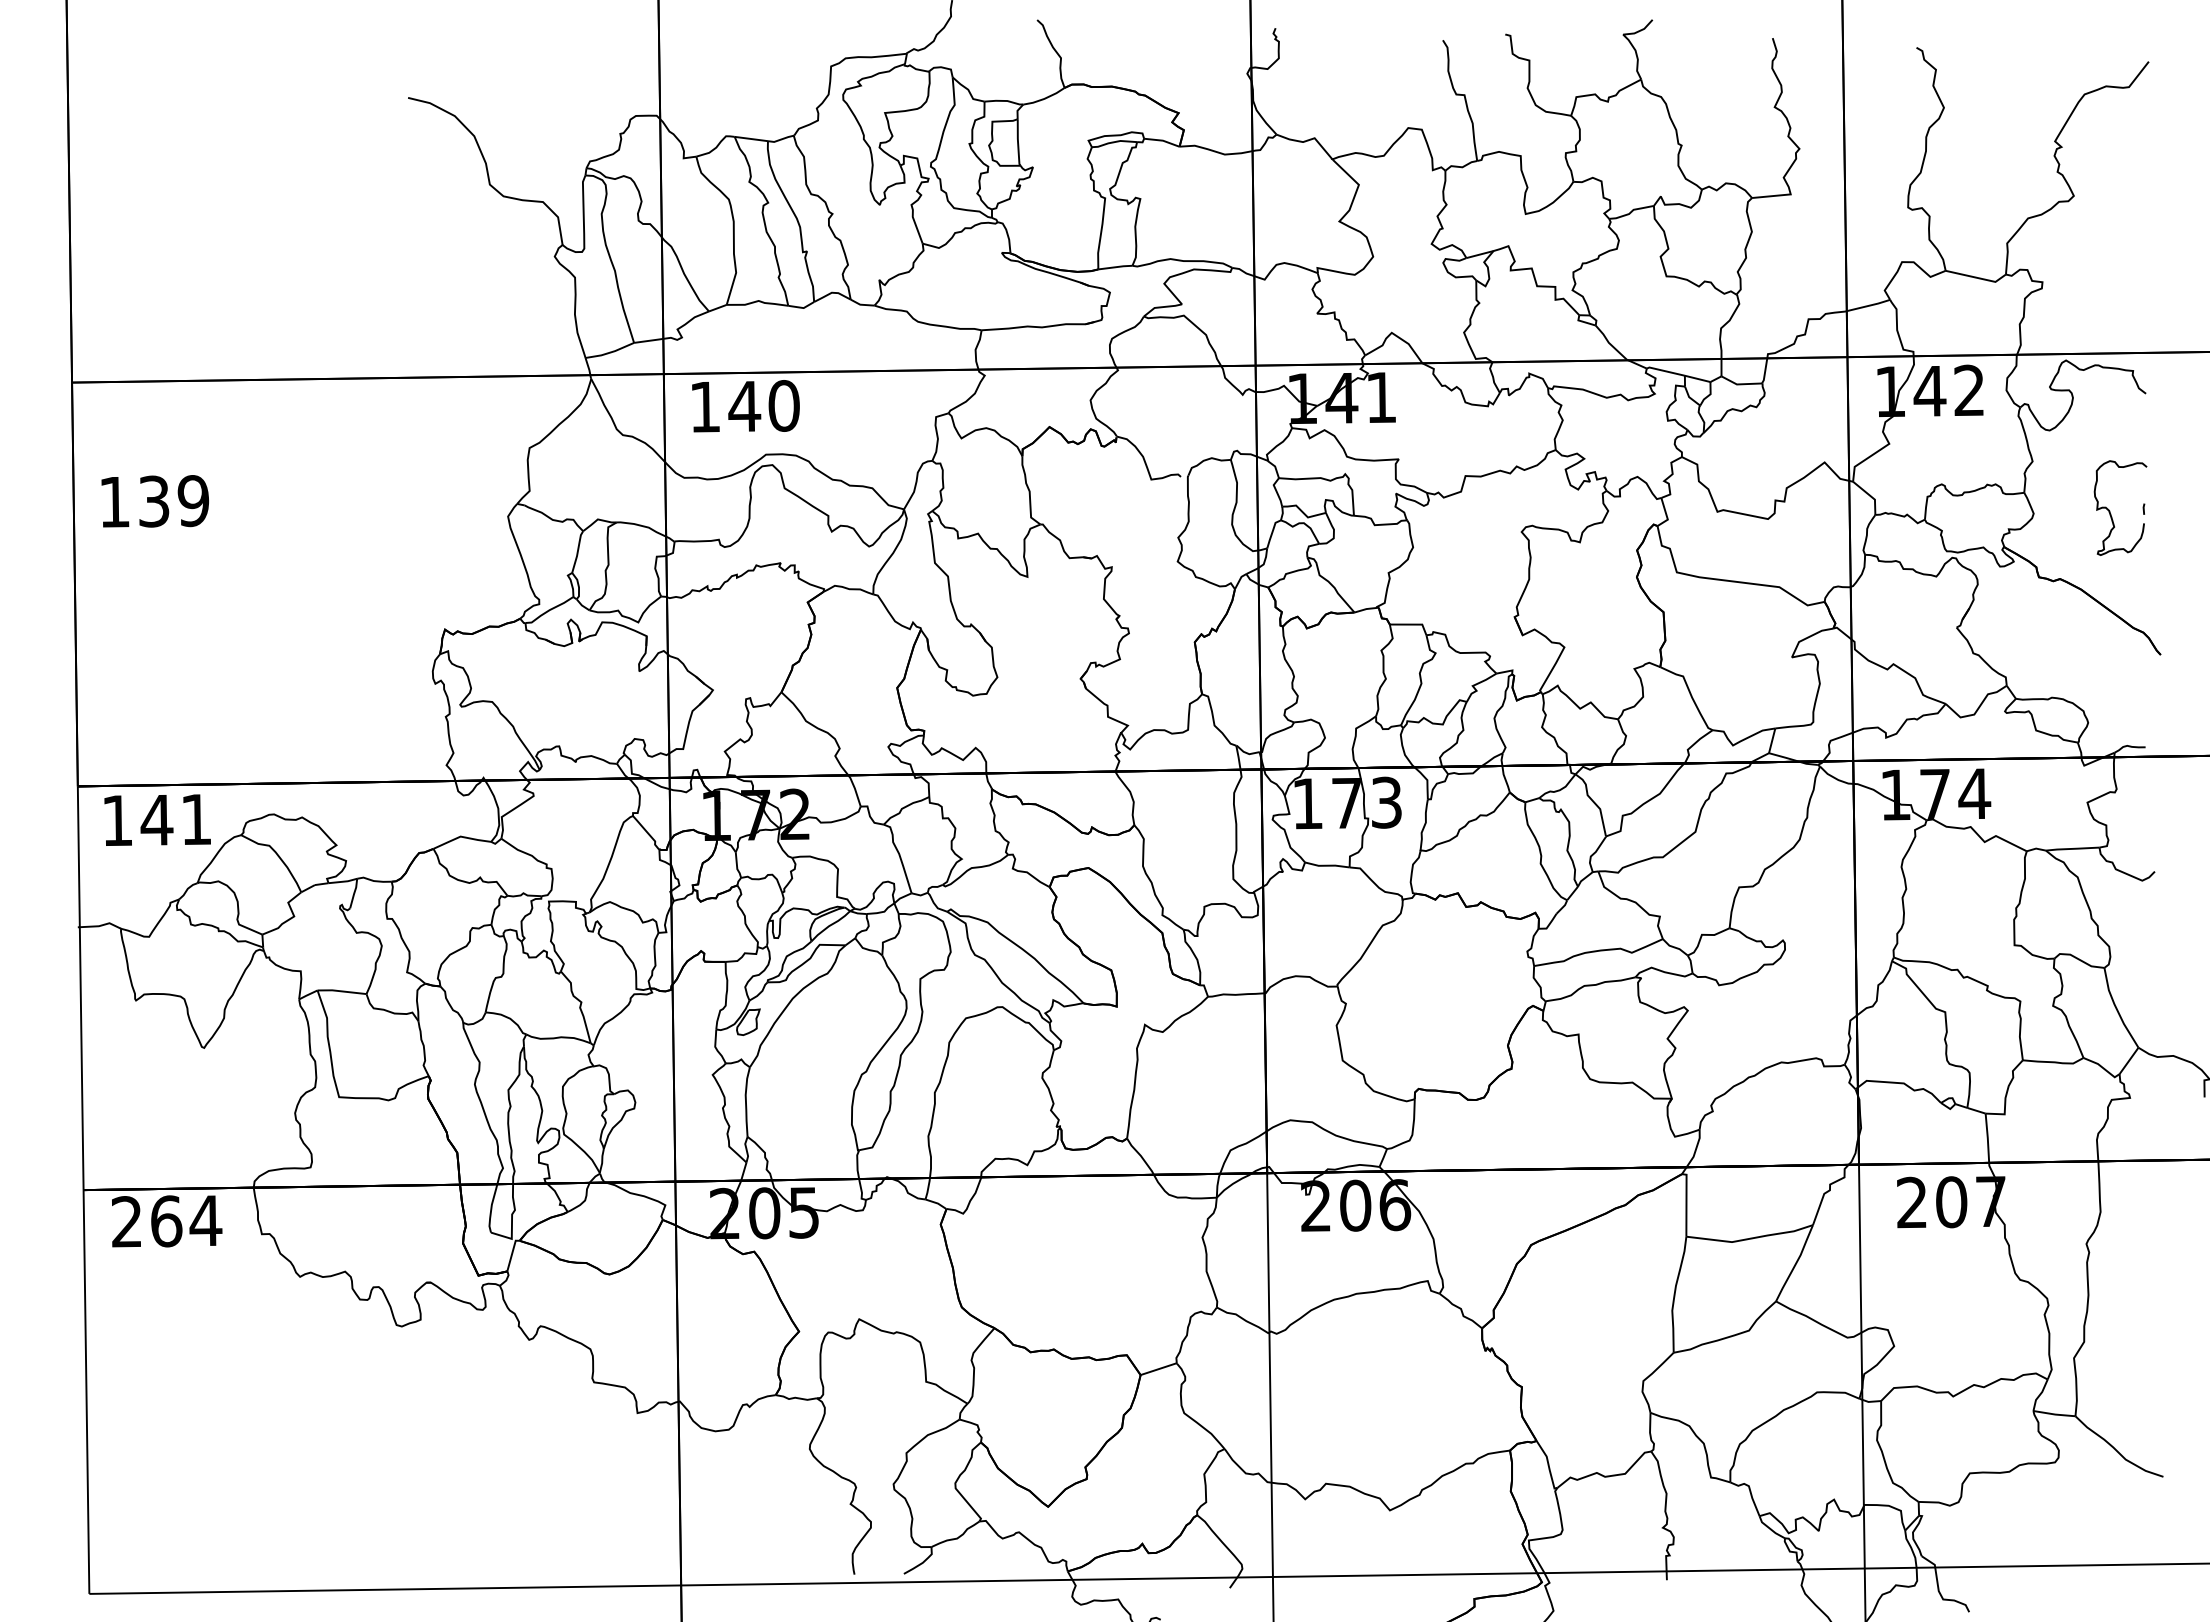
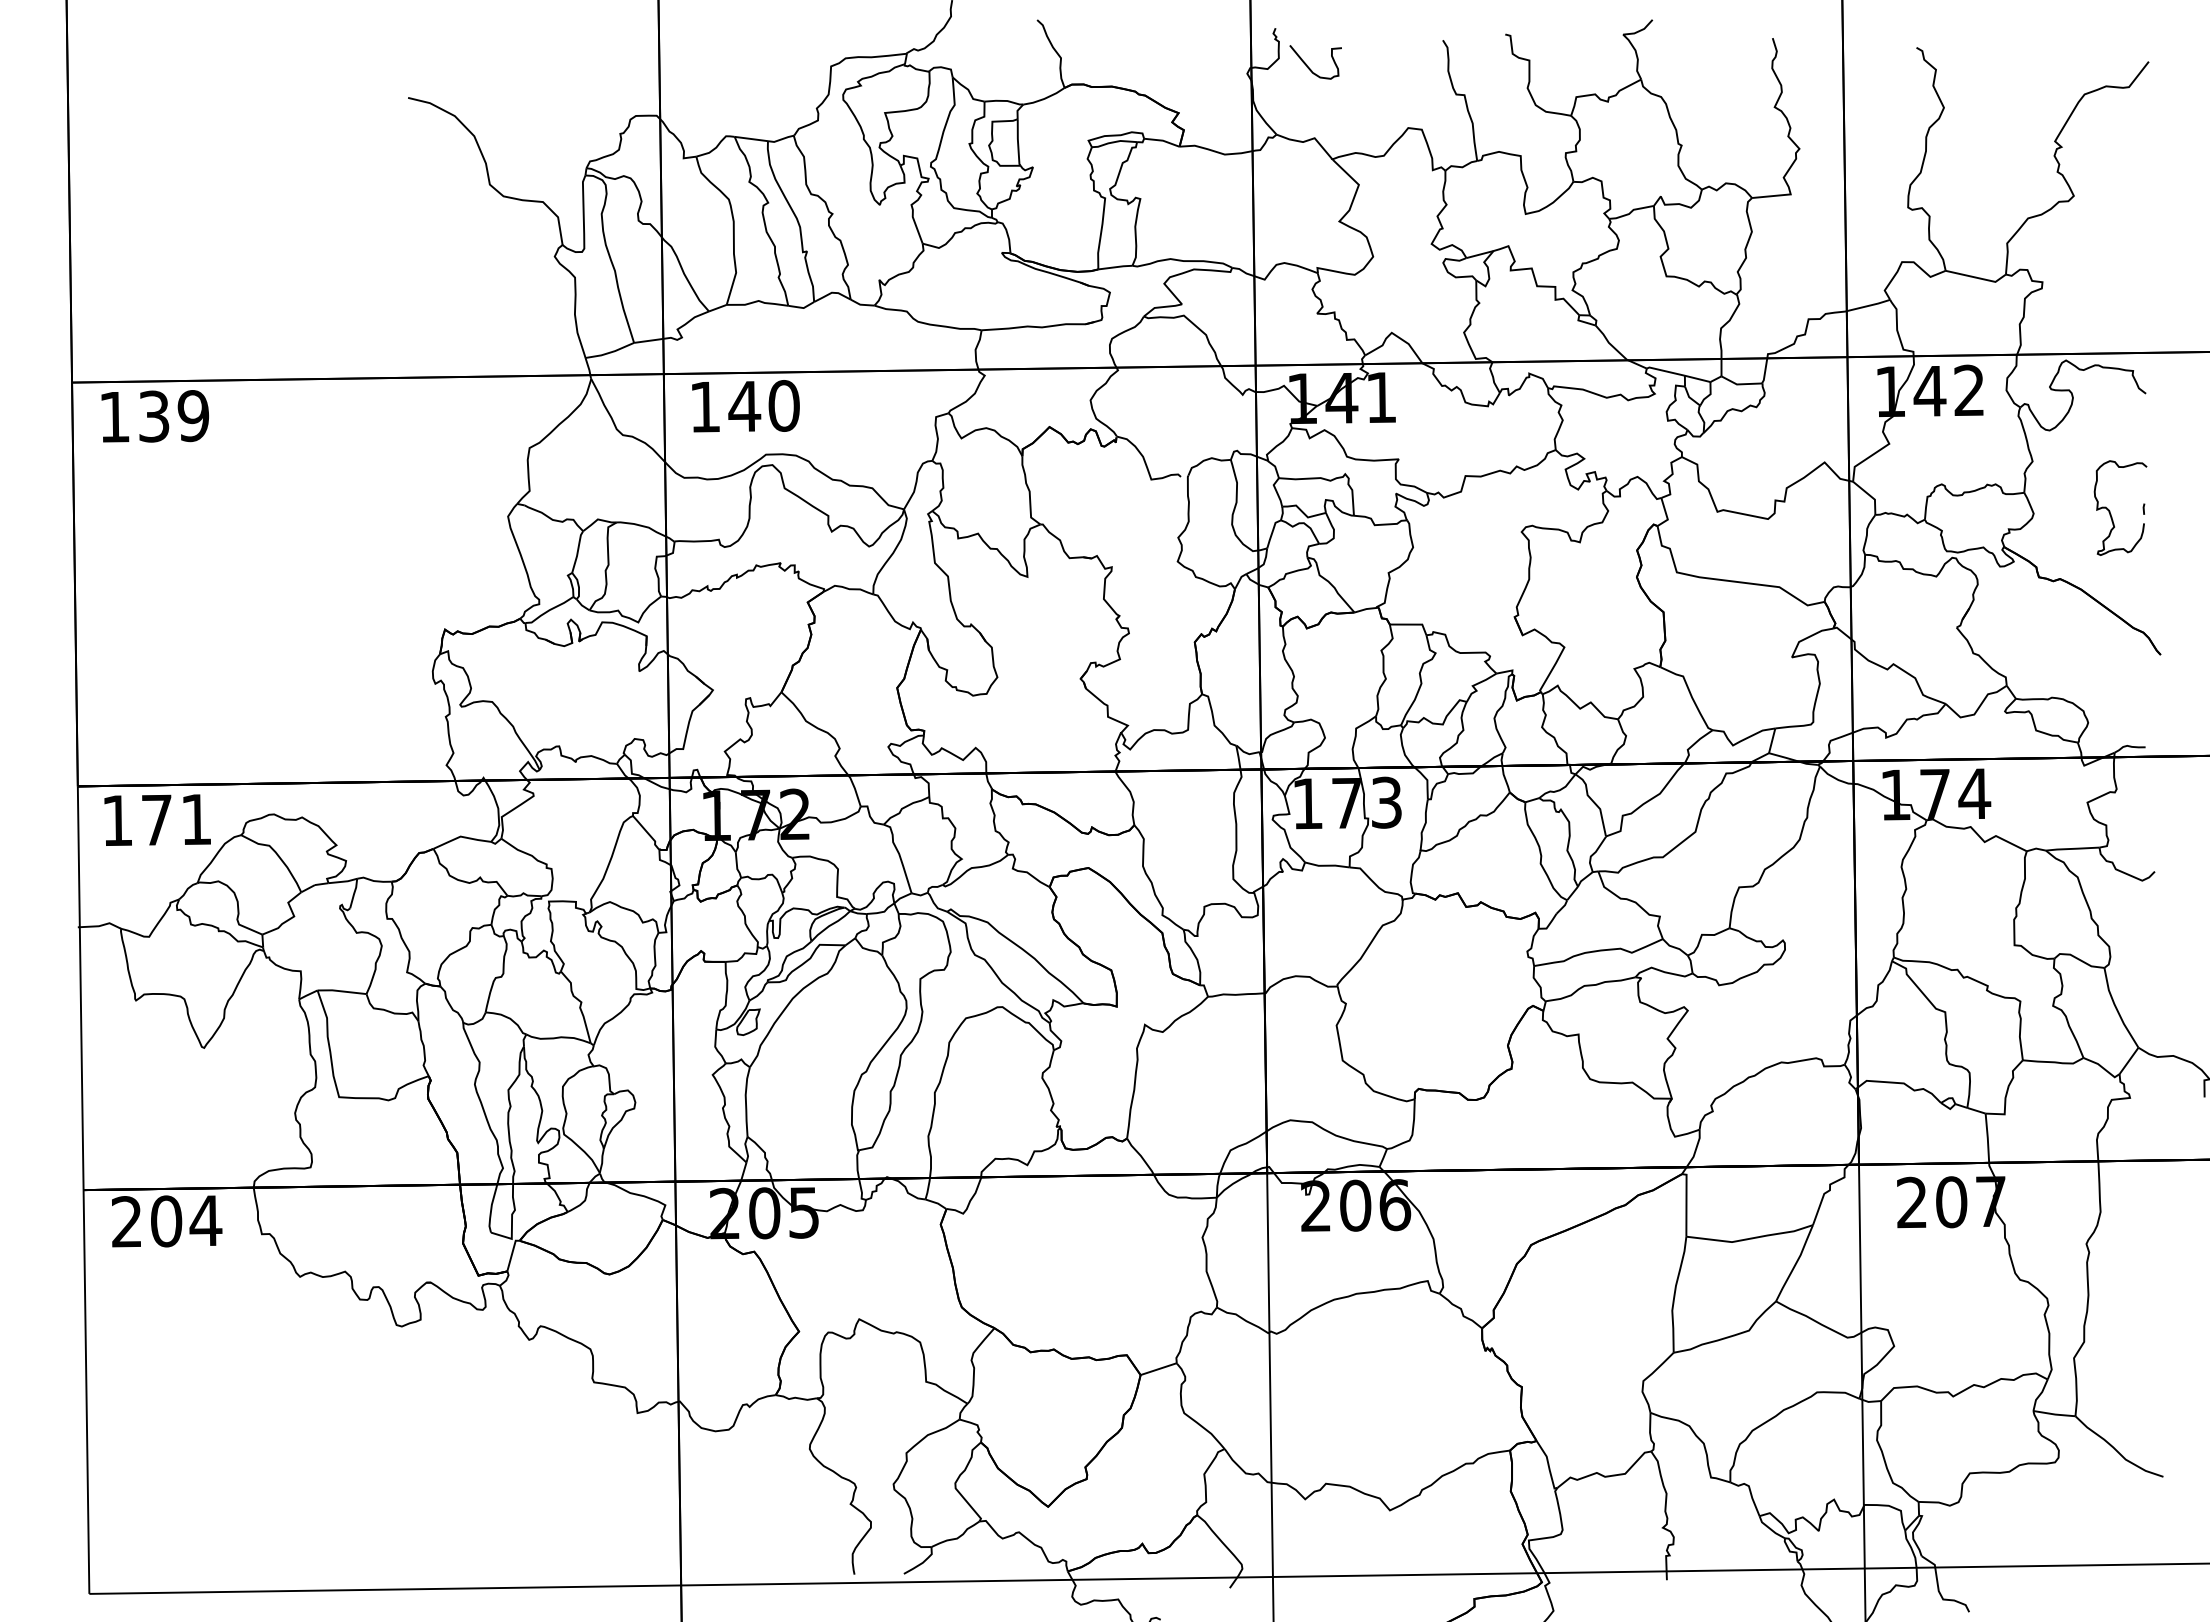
curve at (1309, 67): none -> present
text at (154, 501) position: (154, 501) -> (154, 416)
text at (156, 819): 141 -> 171
text at (166, 1221): 264 -> 204
